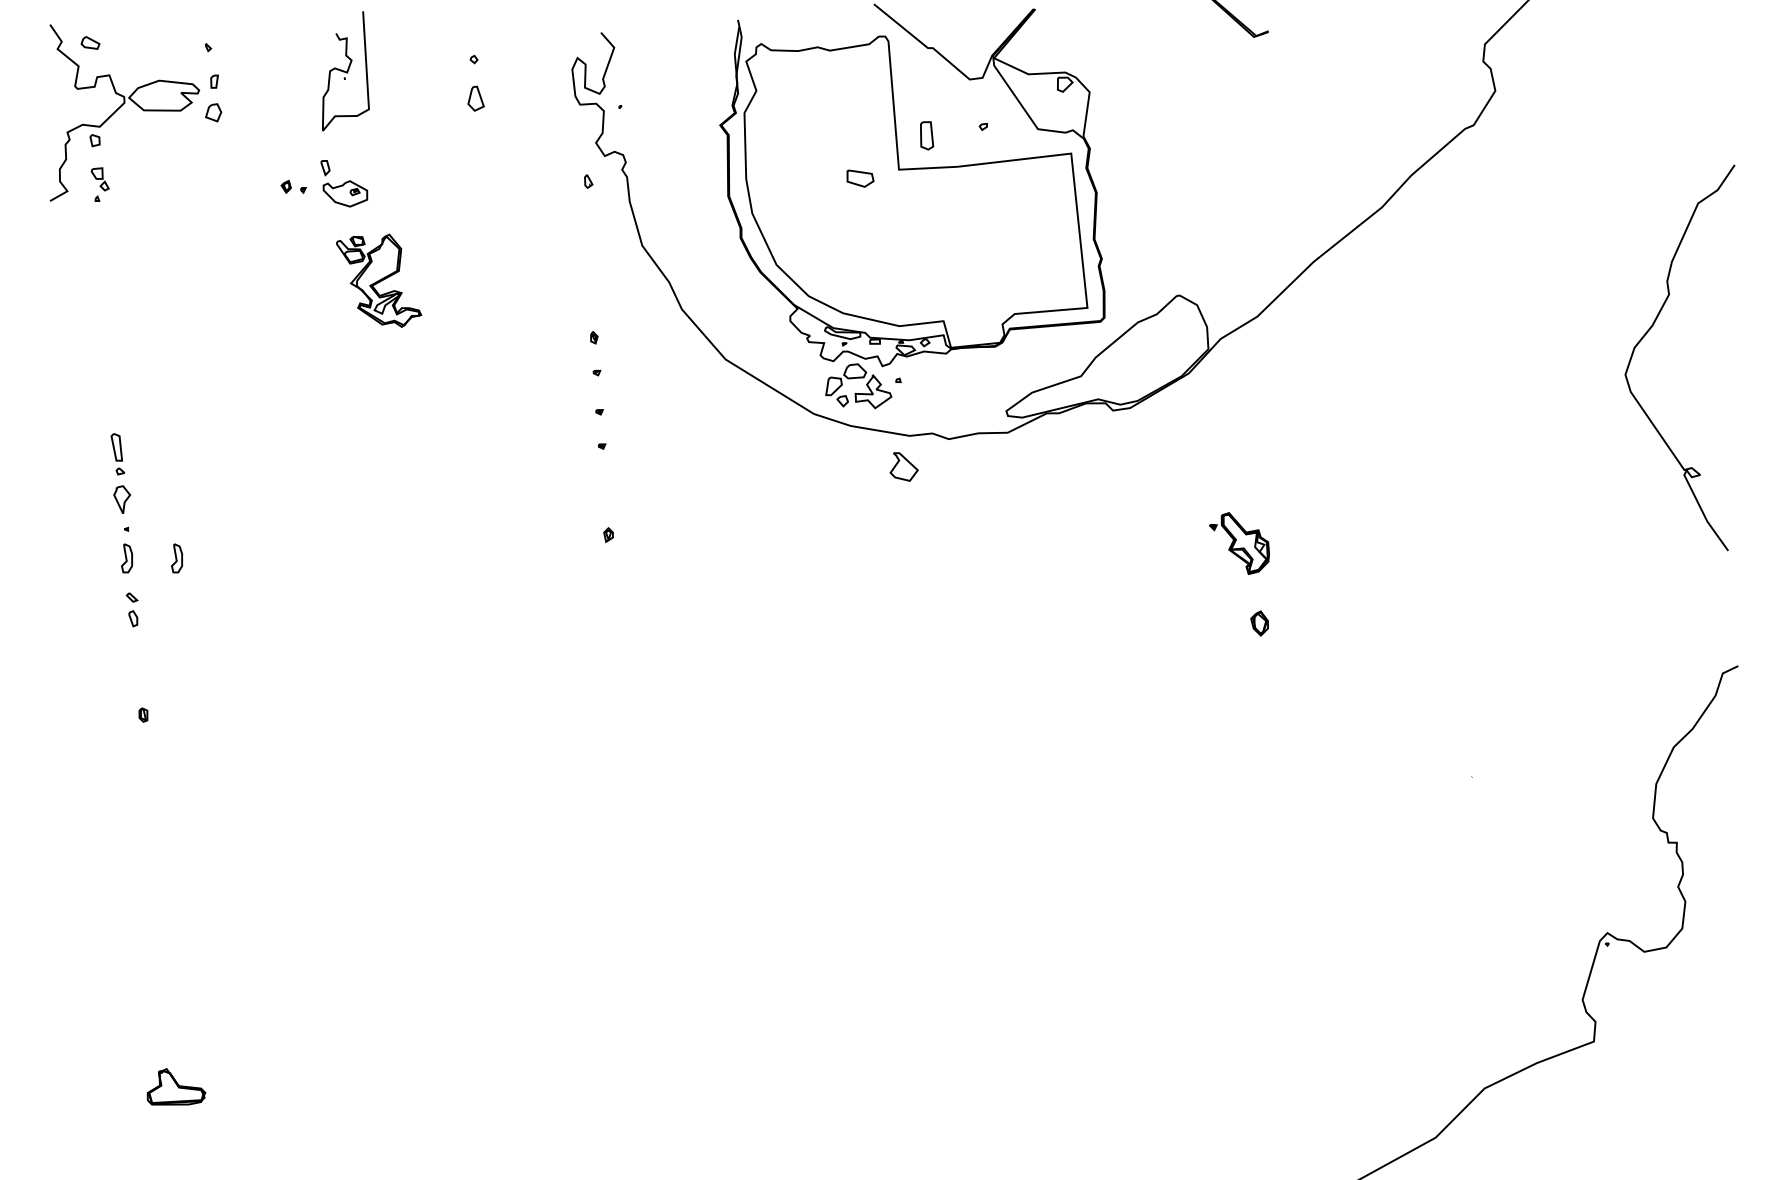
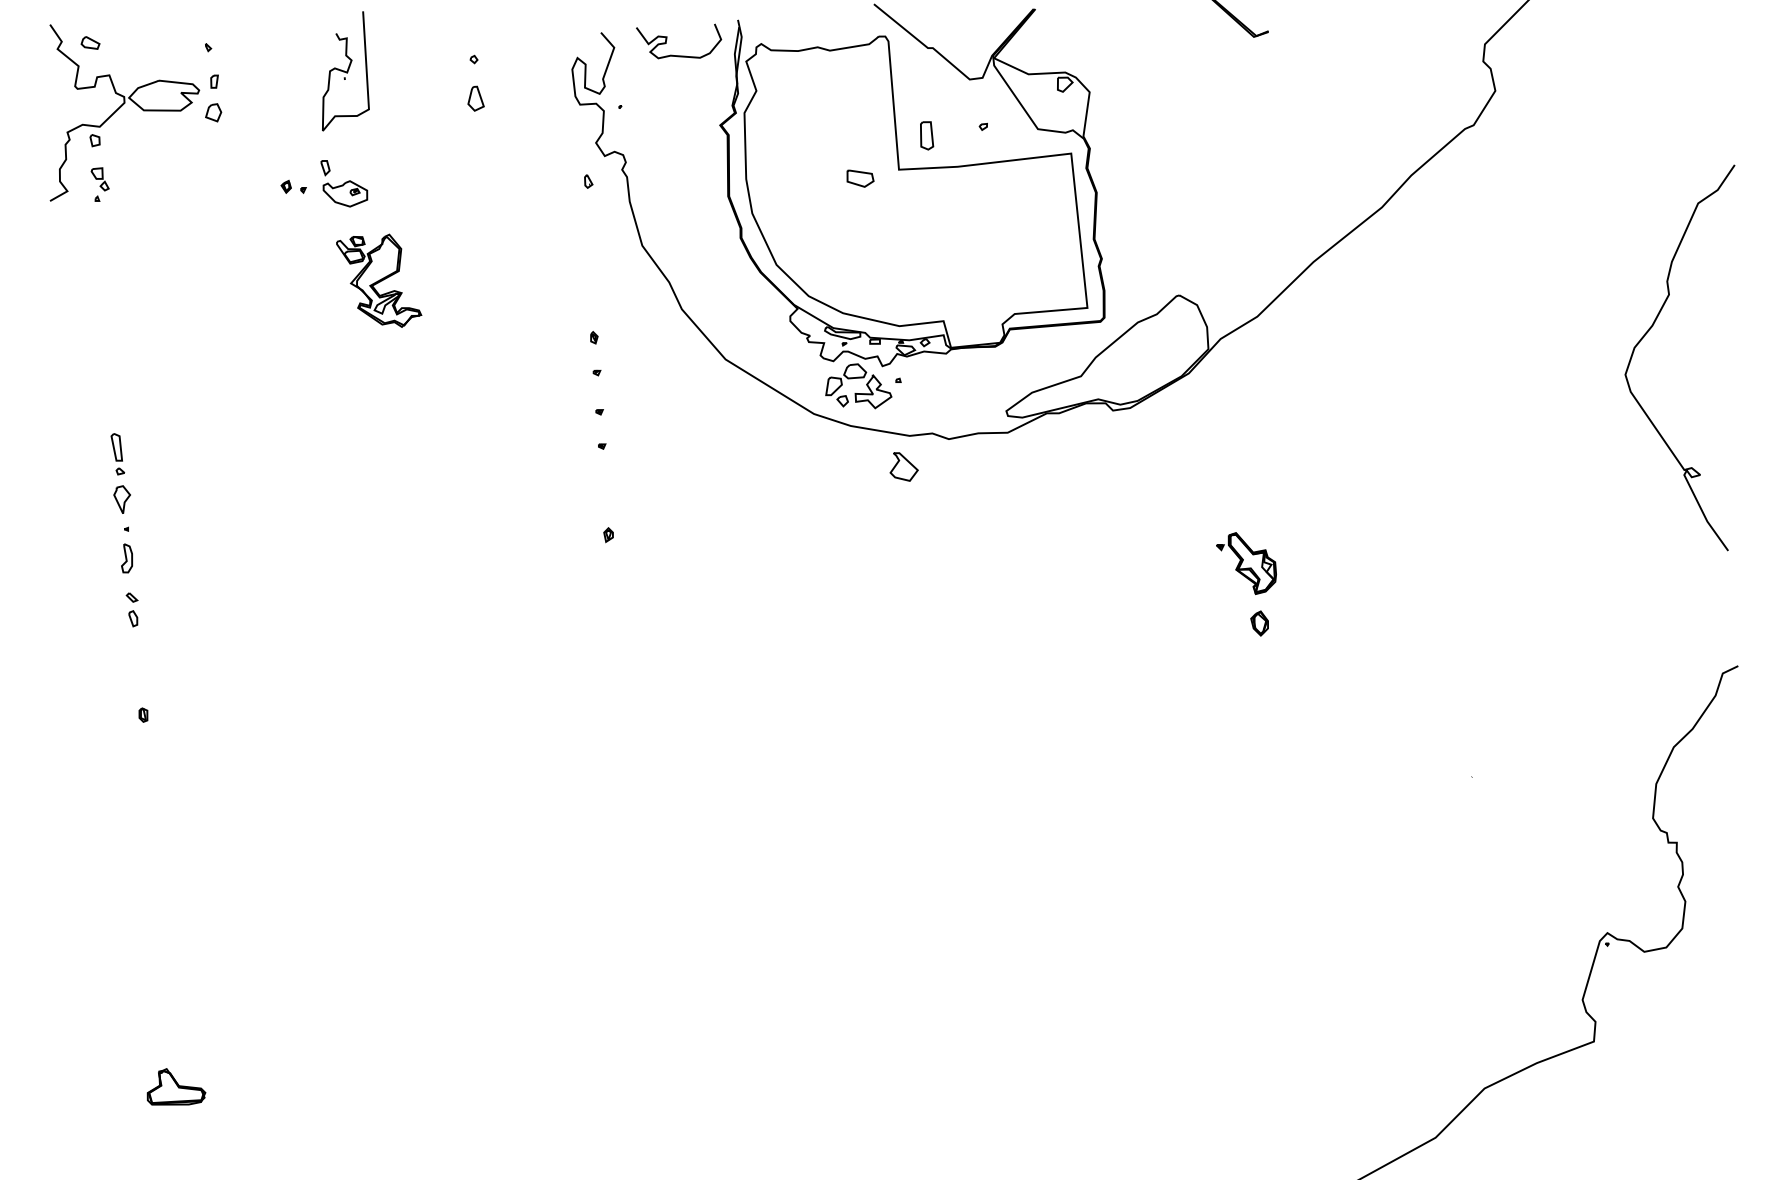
curve at (667, 39): none -> present
part at (1239, 543) position: (1239, 543) -> (1246, 563)
part at (177, 558): present -> none
